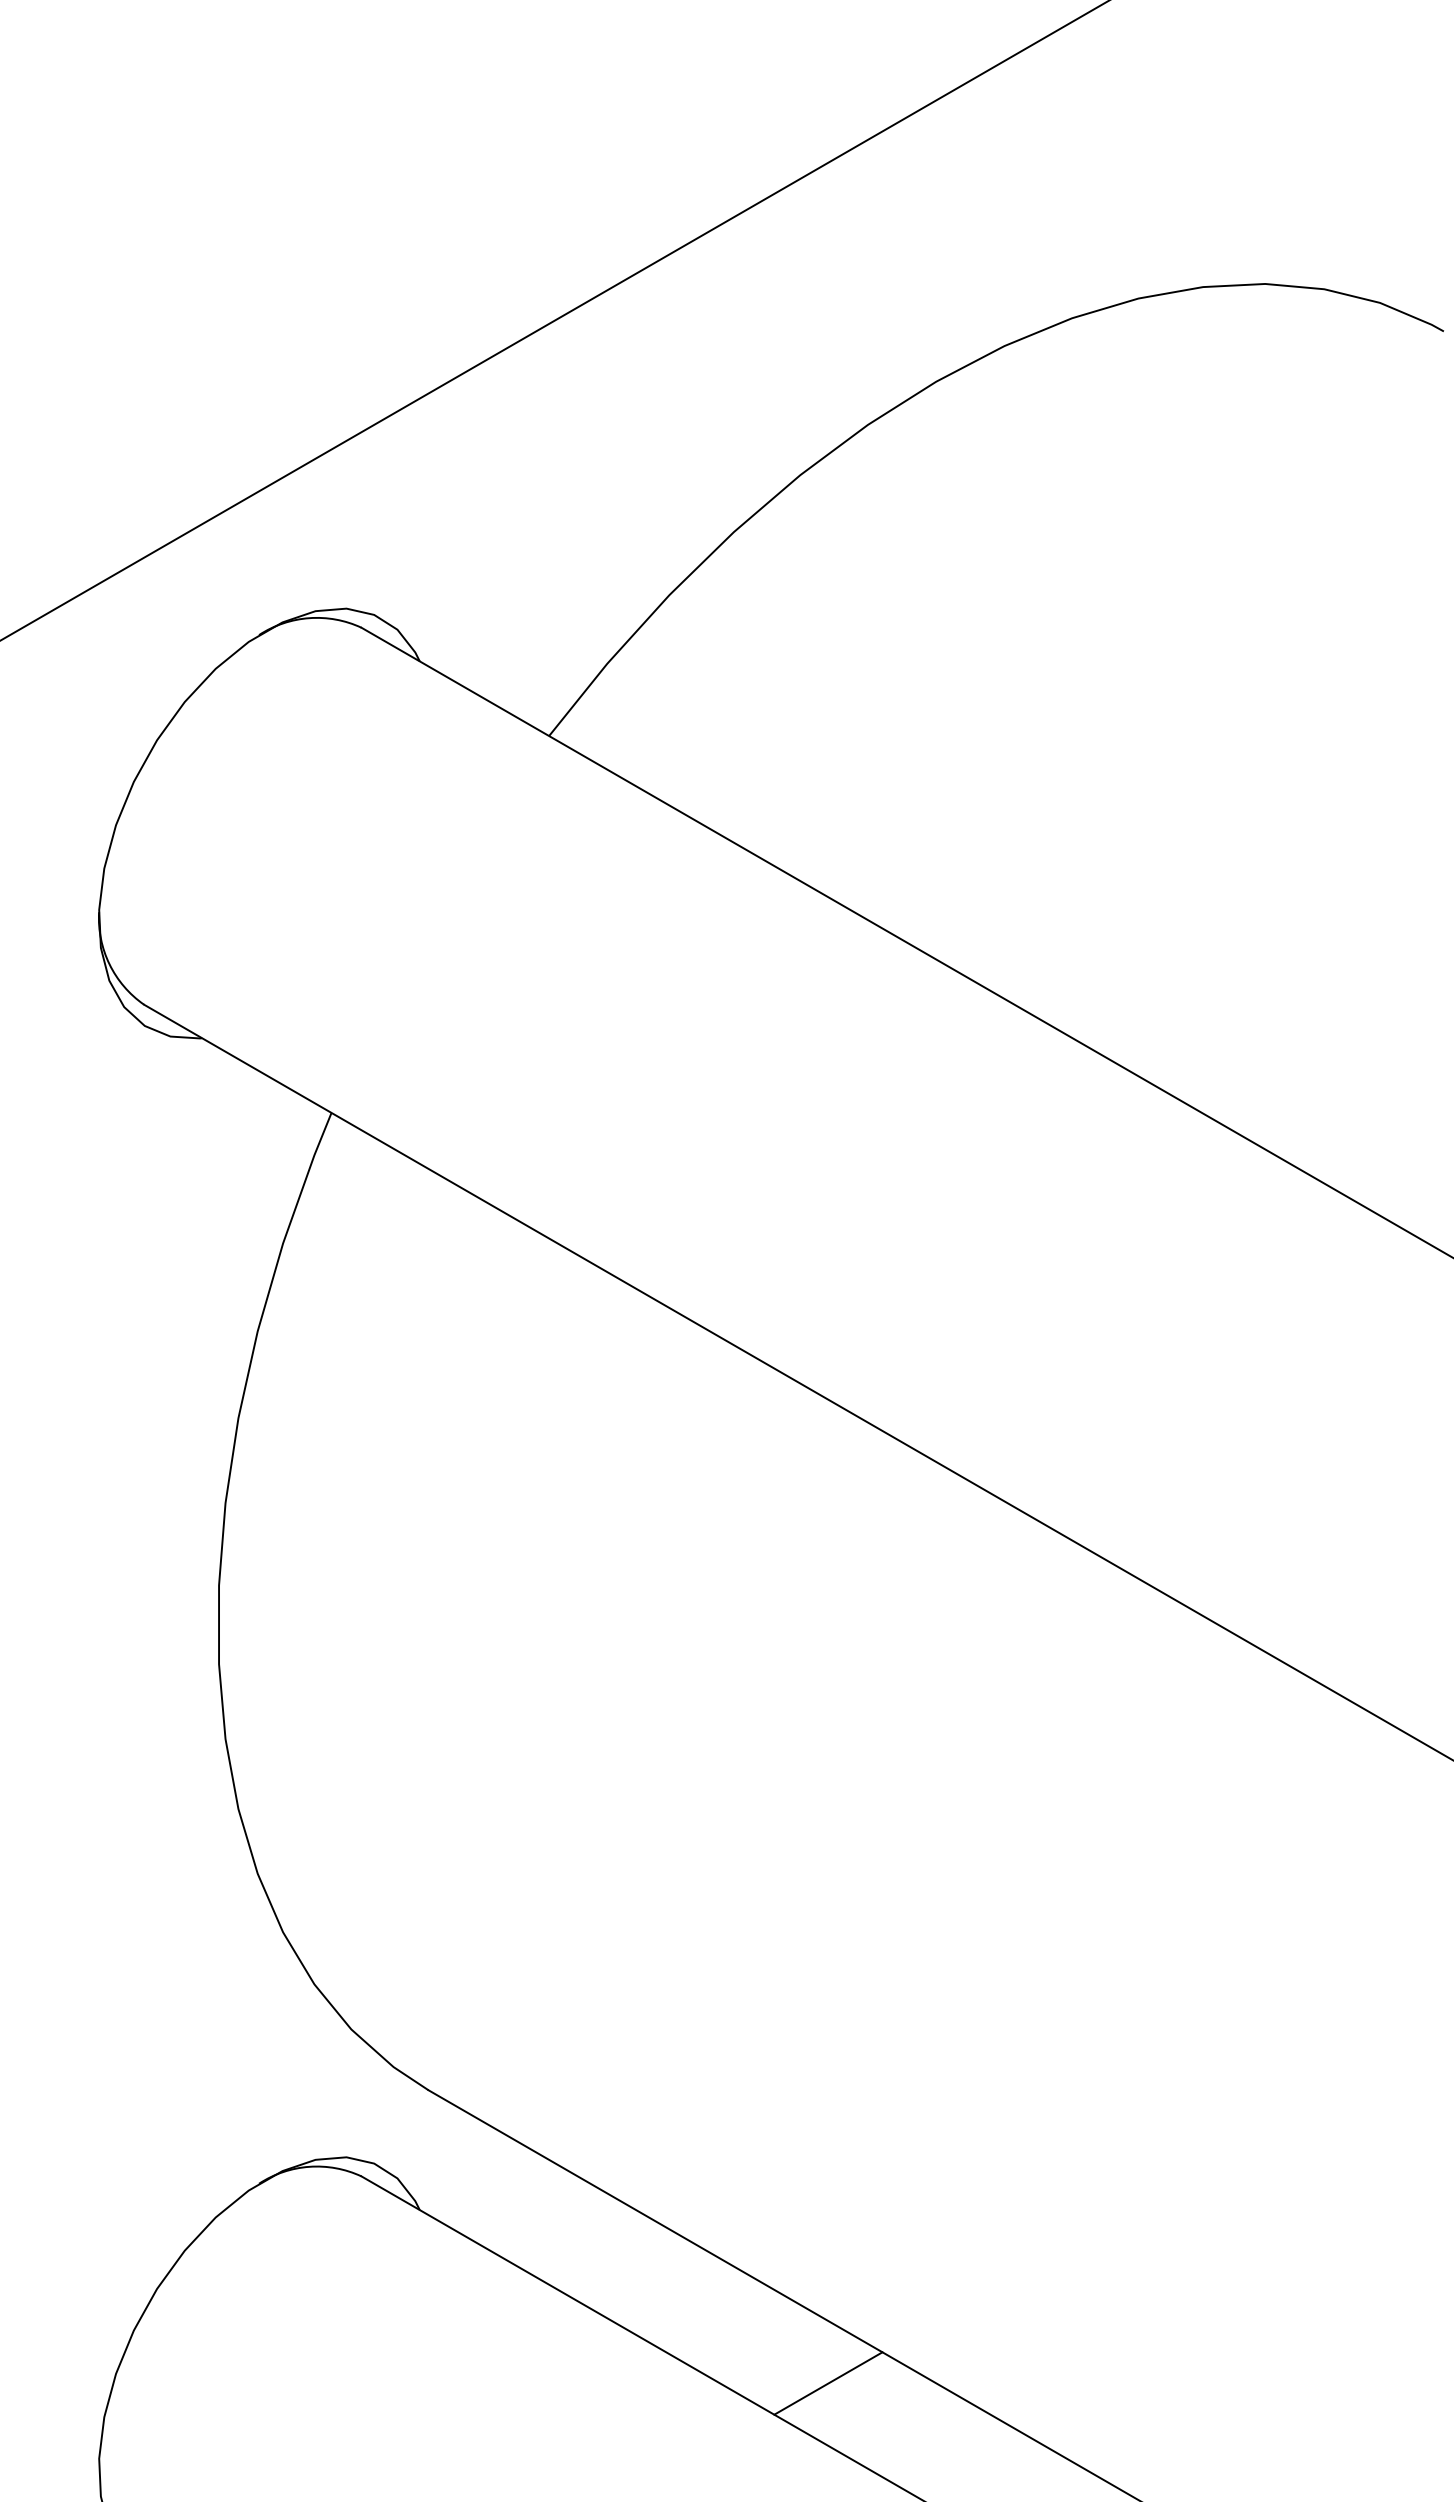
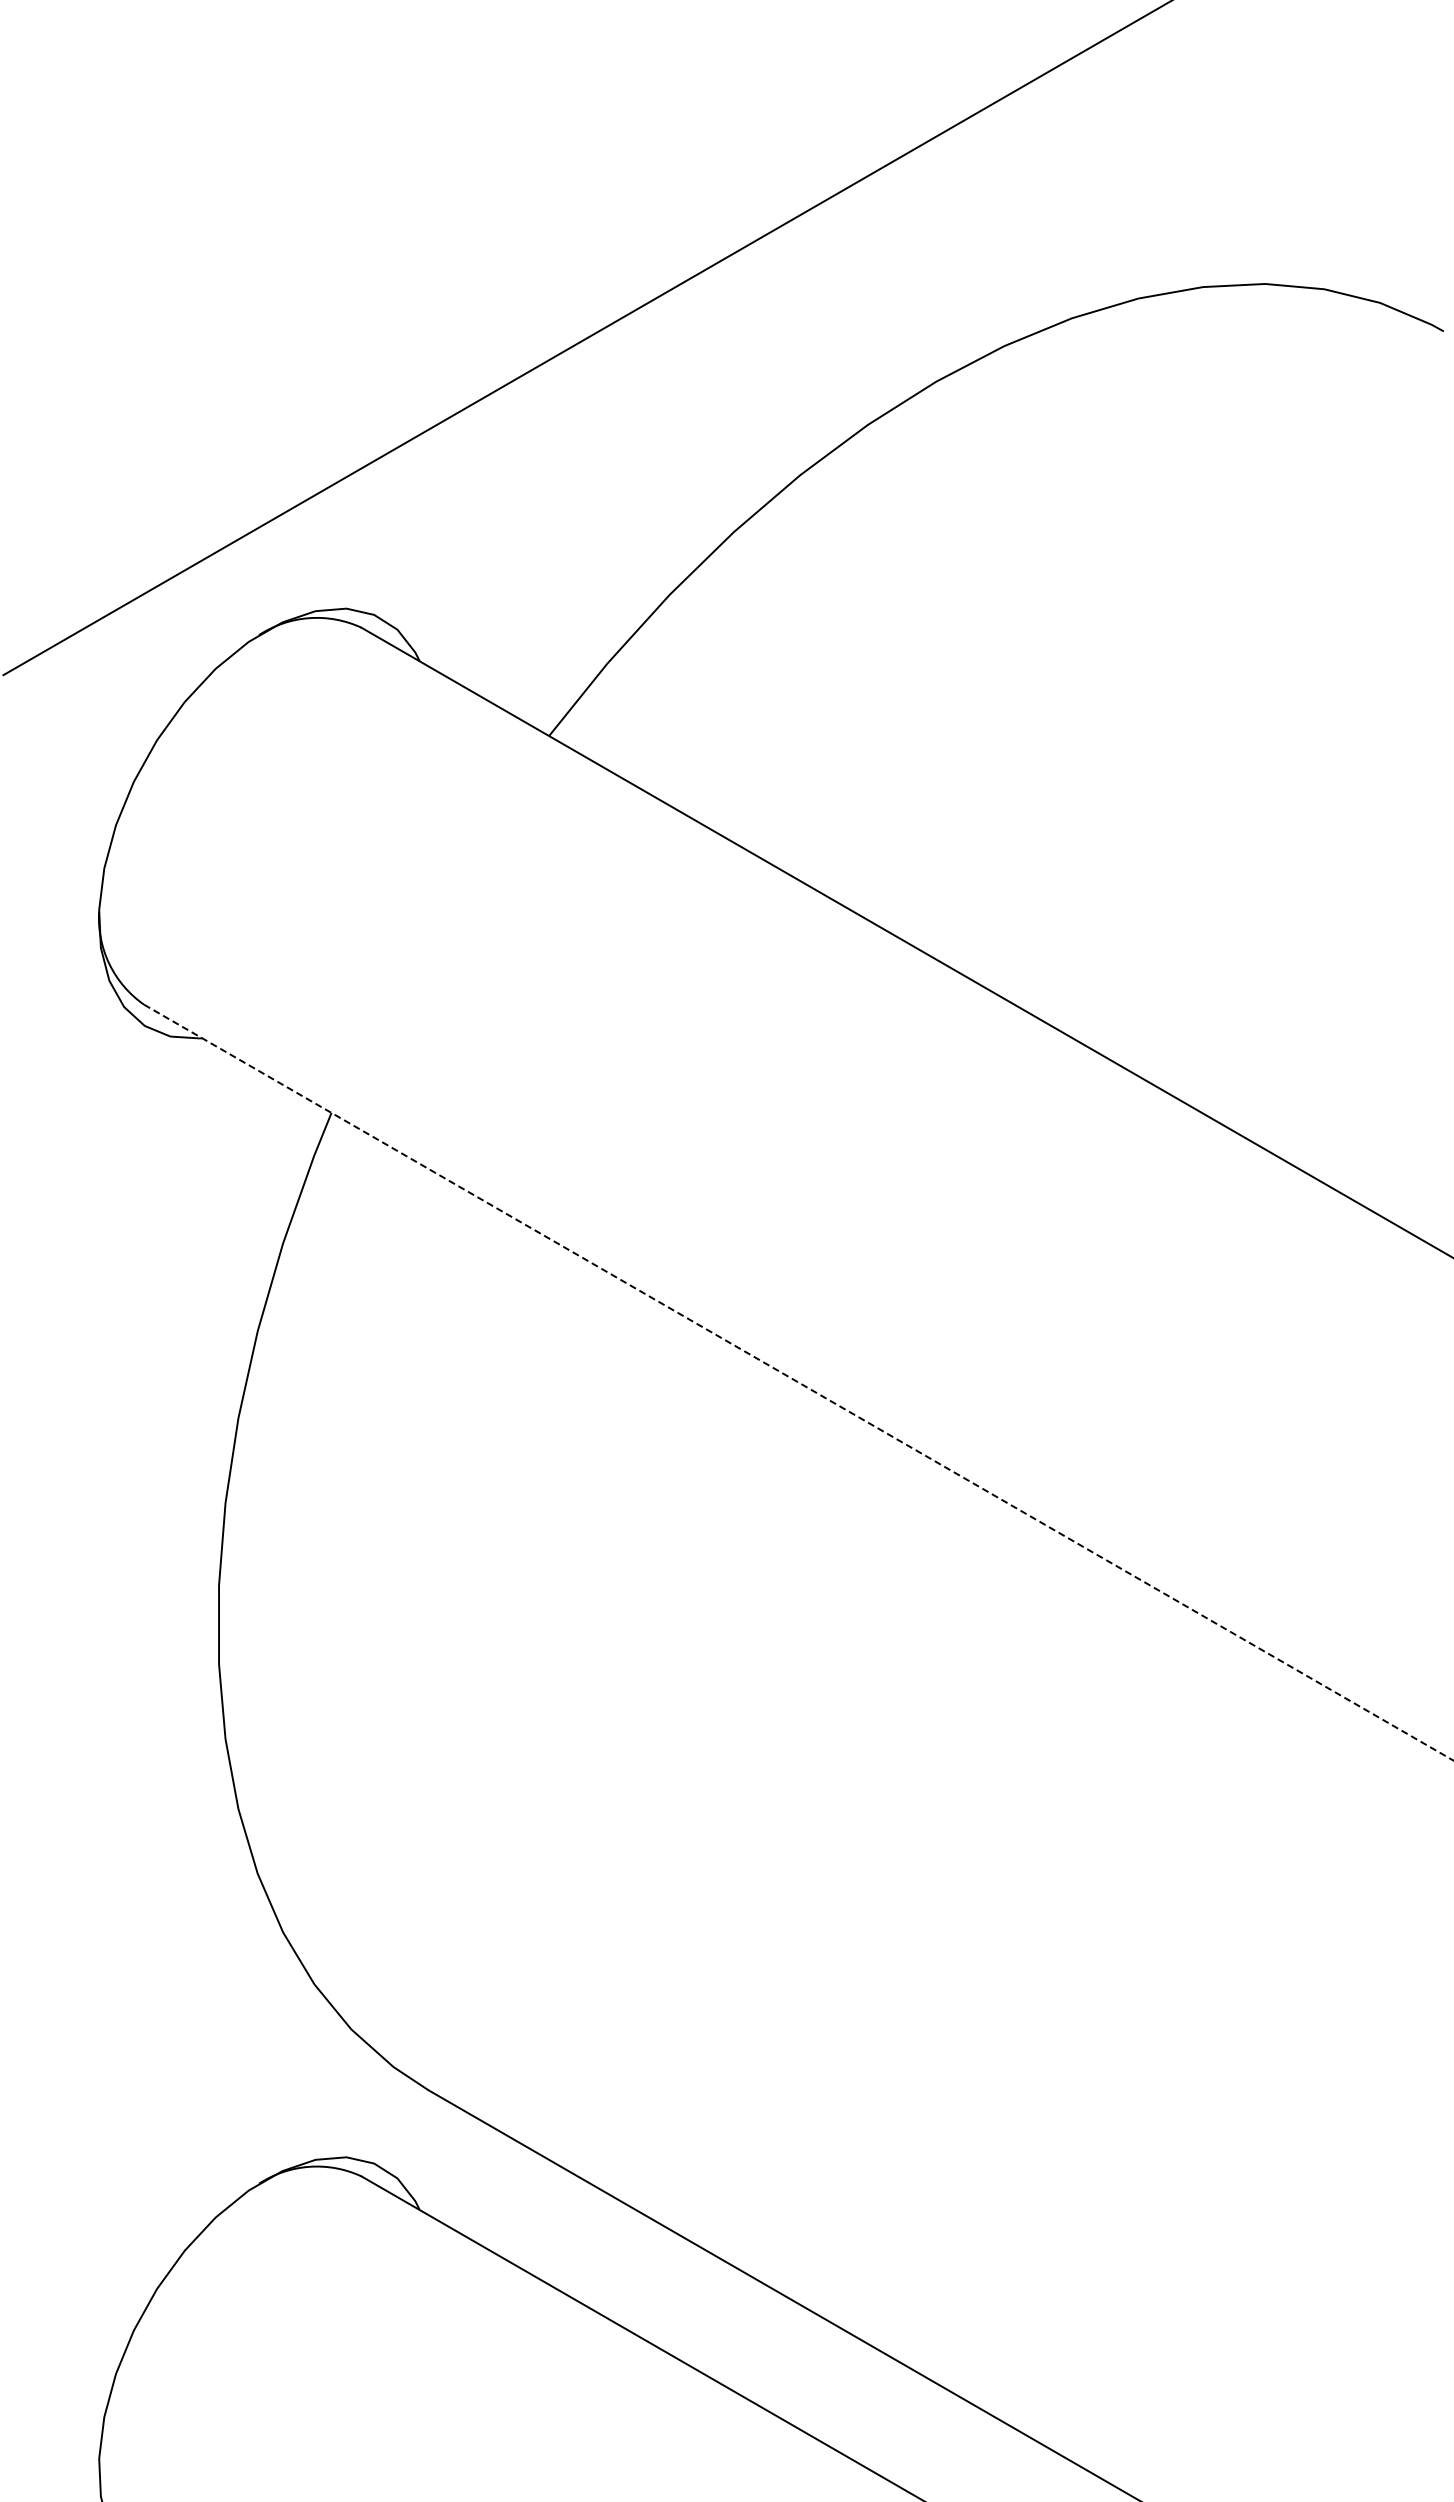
line at (554, 320) position: (554, 320) -> (586, 338)
line at (798, 1382): solid -> dashed
line at (828, 2383): present -> none
